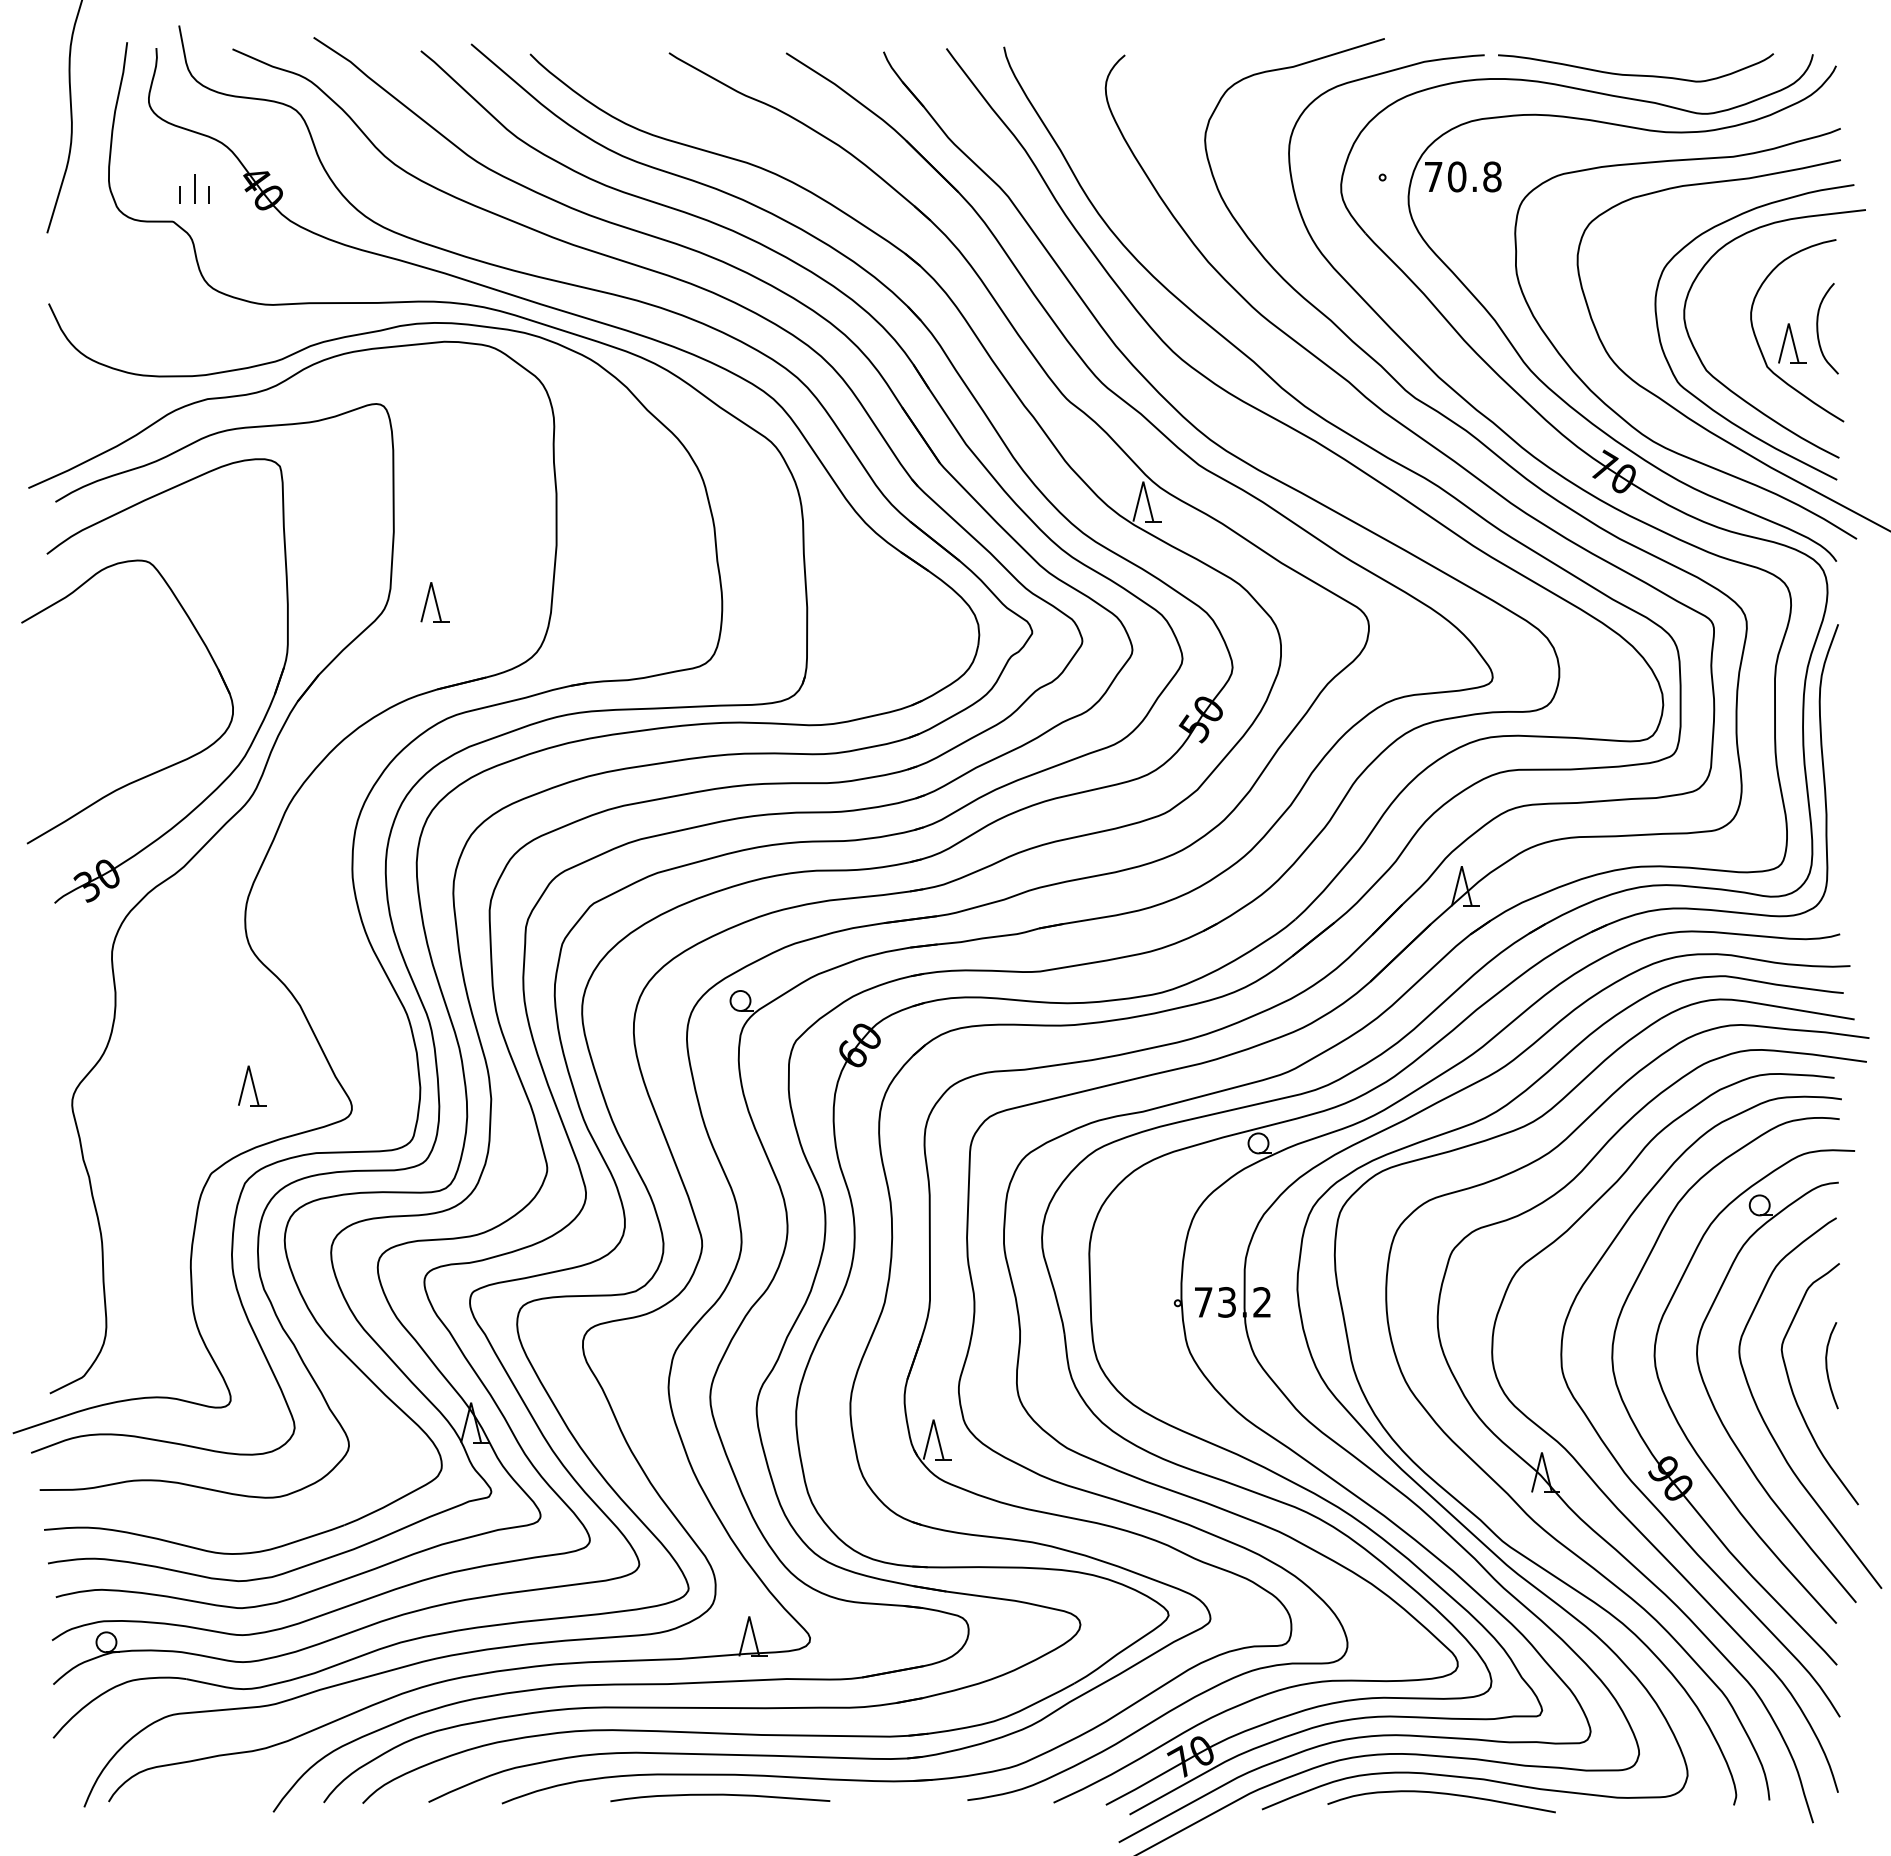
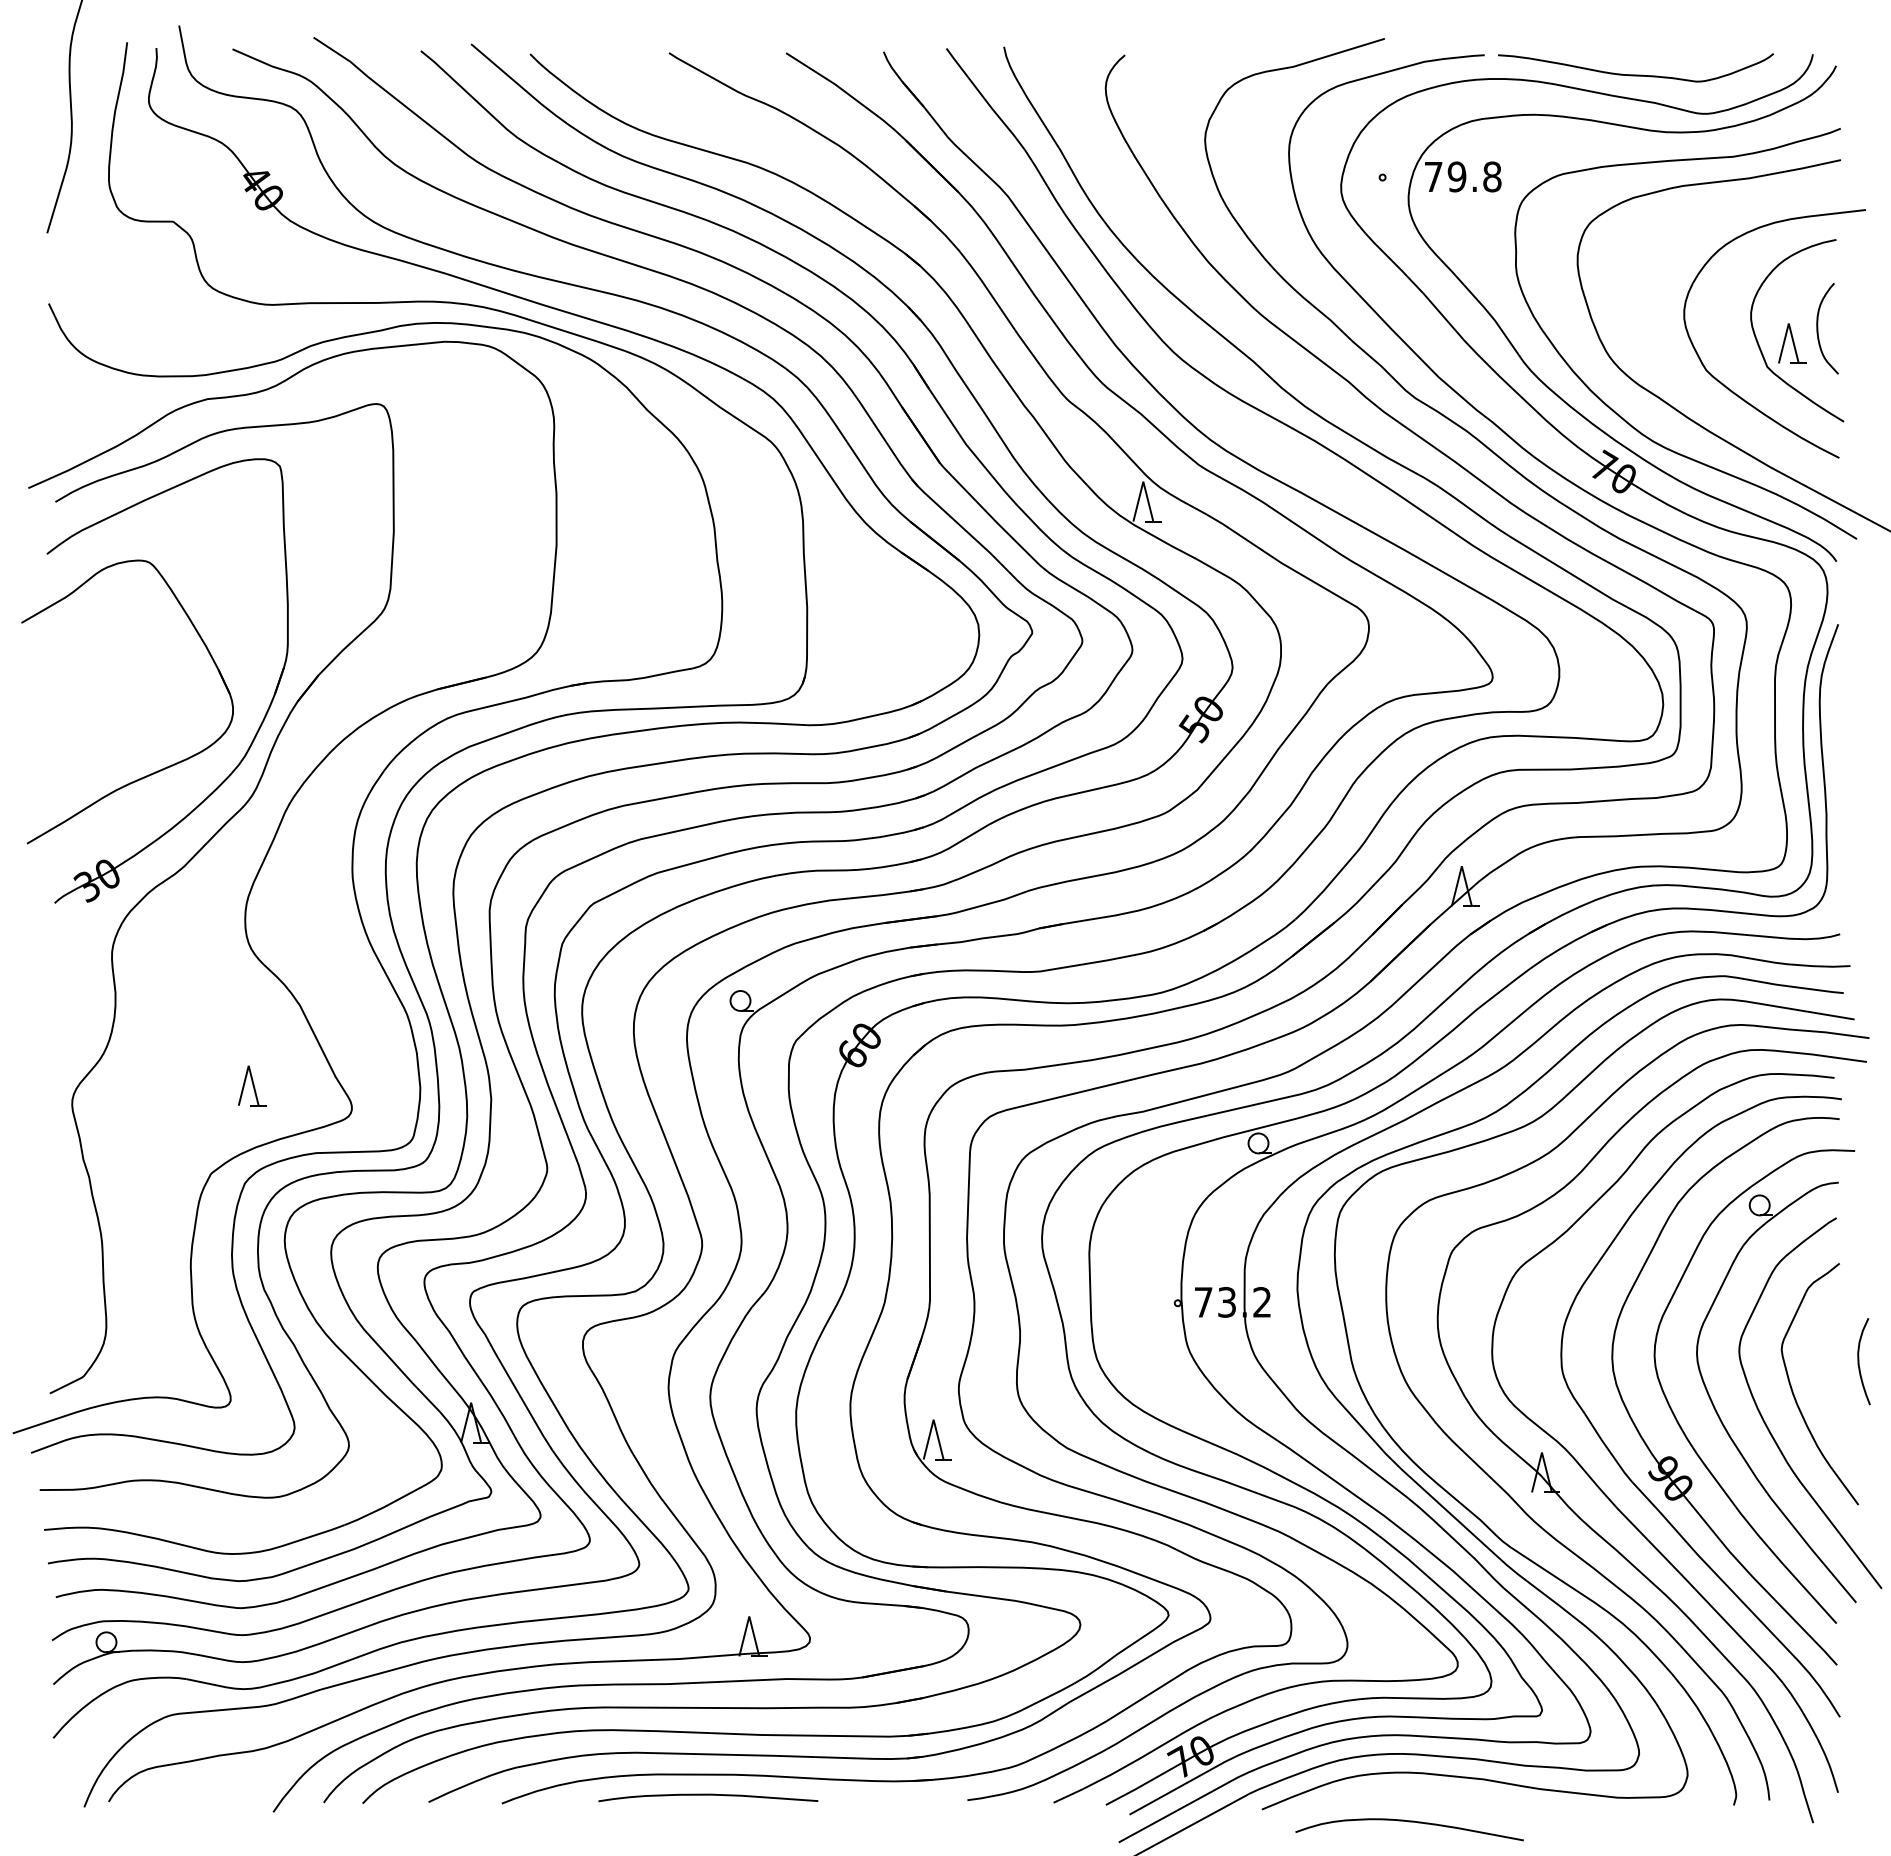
text at (1456, 176): 70.8 -> 79.8
part at (194, 188): present -> none
curve at (1703, 401): present -> none
part at (434, 602): present -> none
curve at (1827, 1365) position: (1827, 1365) -> (1859, 1361)
curve at (1441, 1794) position: (1441, 1794) -> (1409, 1822)
curve at (720, 1795) position: (720, 1795) -> (708, 1795)
